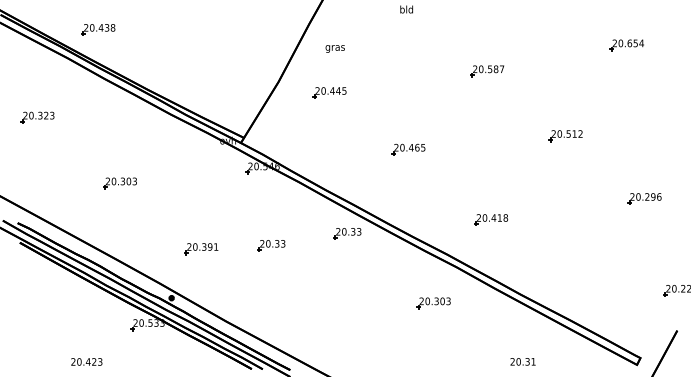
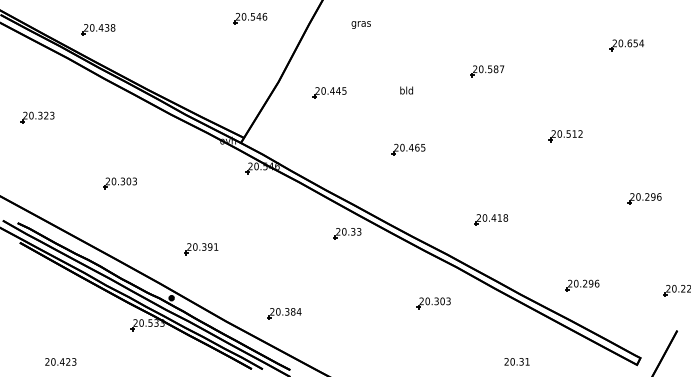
text at (406, 9) position: (406, 9) -> (406, 90)
part at (250, 18): none -> present
text at (334, 48) position: (334, 48) -> (360, 24)
part at (271, 245): present -> none
part at (582, 285): none -> present
part at (284, 313): none -> present
text at (86, 361) position: (86, 361) -> (60, 361)
text at (522, 361) position: (522, 361) -> (516, 361)
